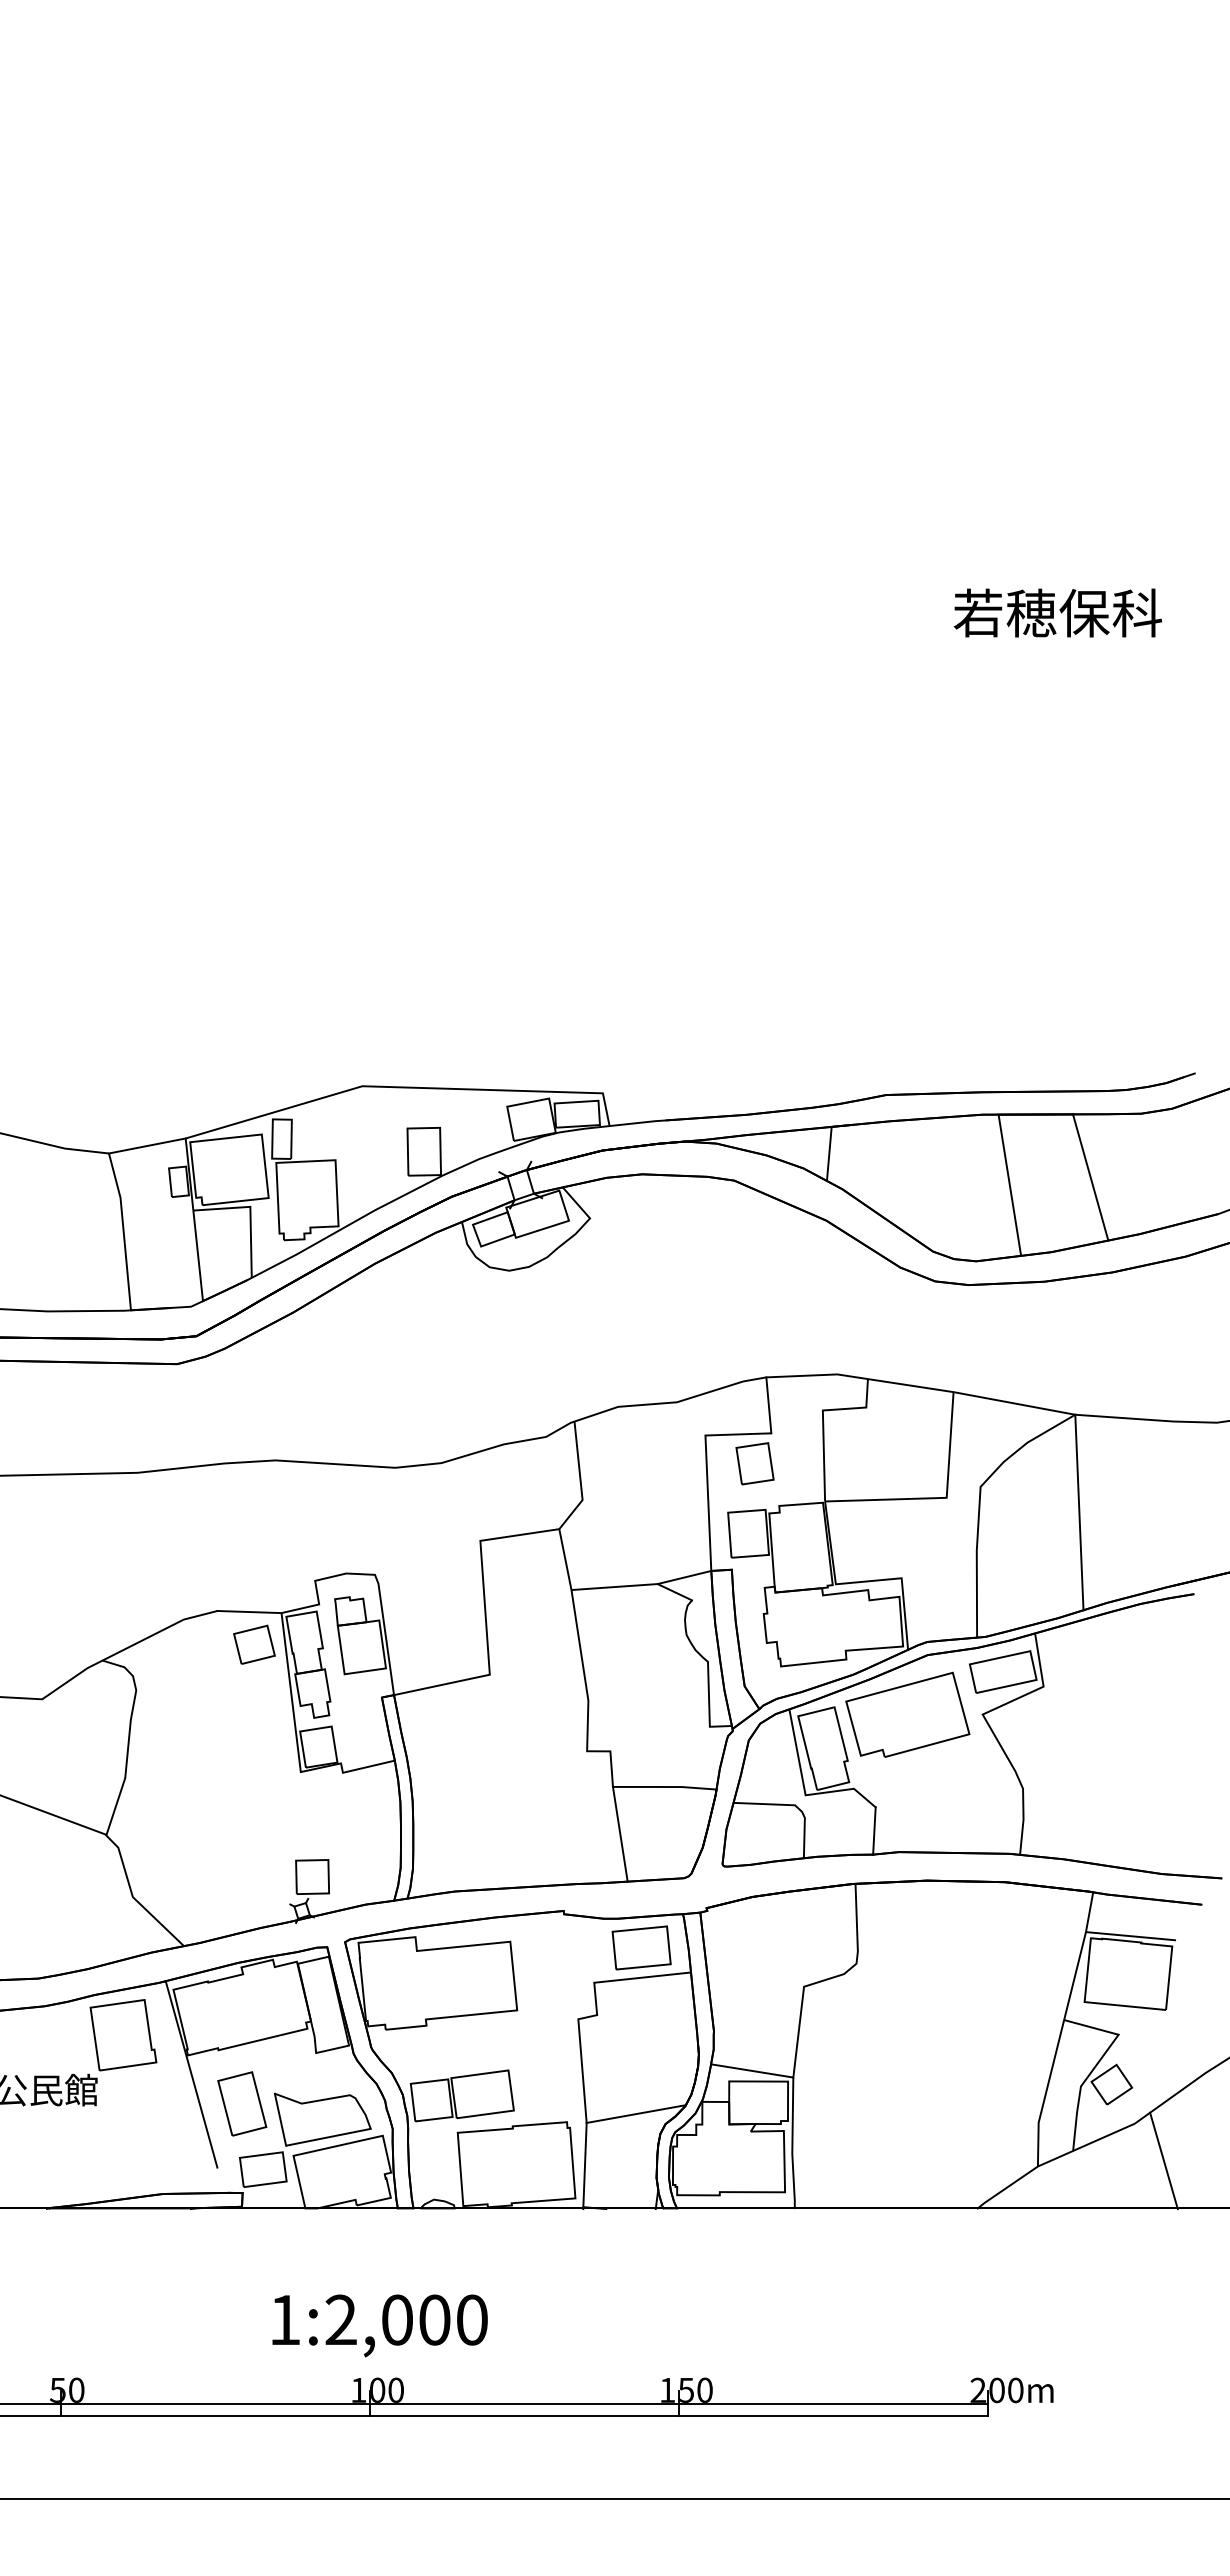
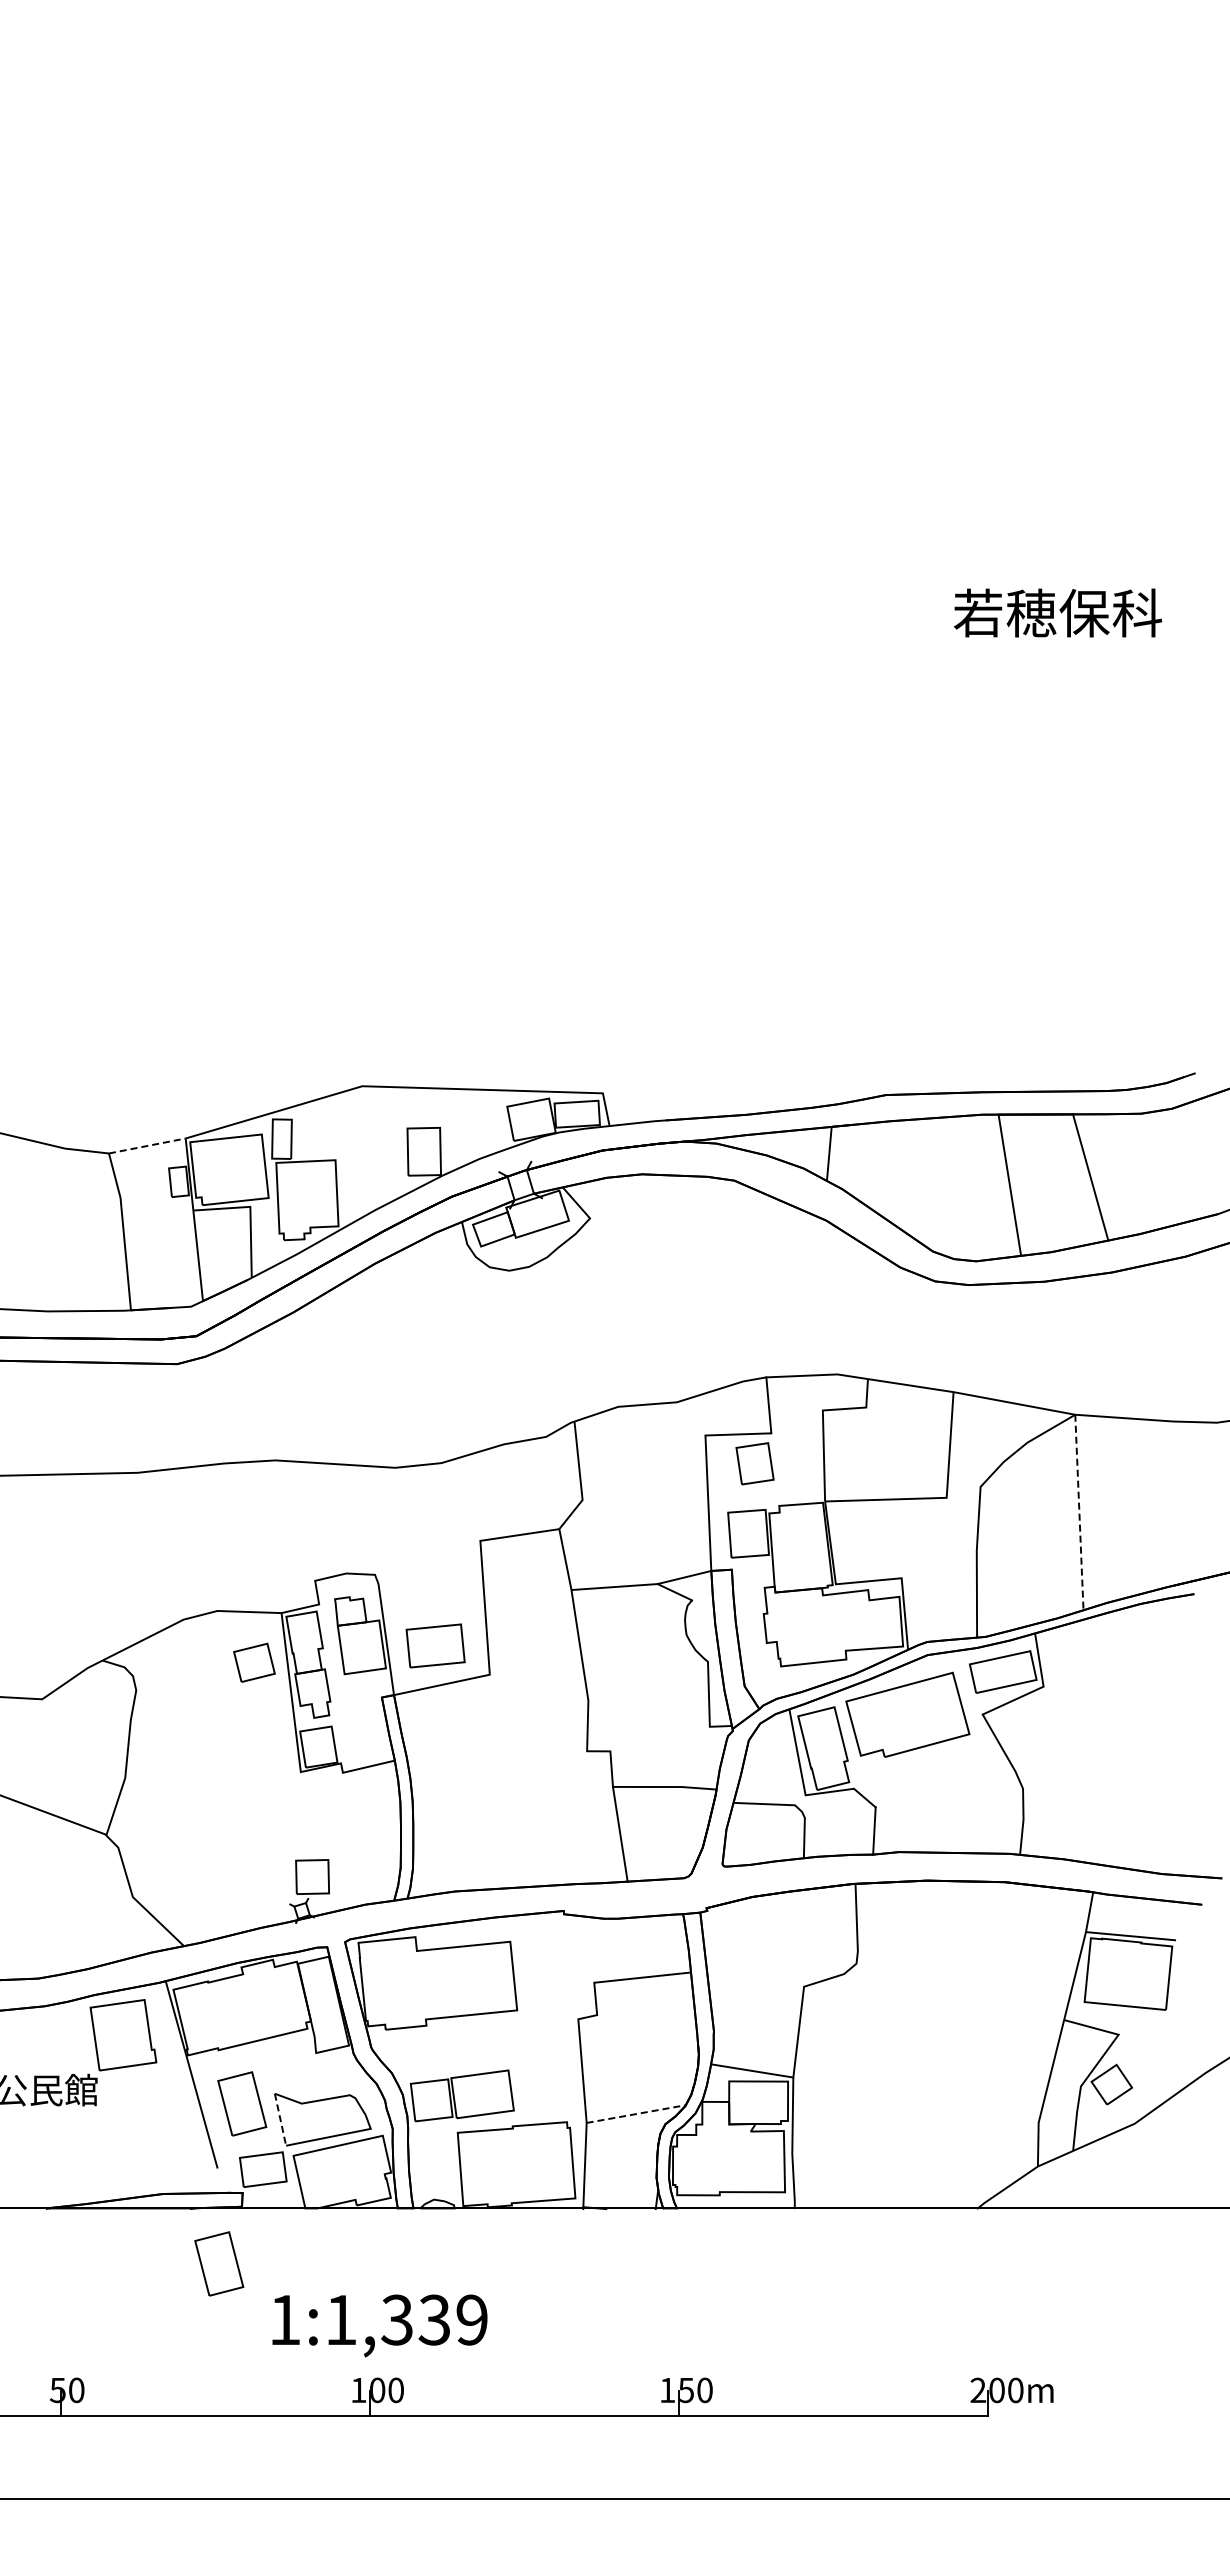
line at (147, 1145): solid -> dashed
line at (1079, 1512): solid -> dashed
part at (254, 1644) position: (254, 1644) -> (254, 1662)
part at (641, 1947) position: (641, 1947) -> (435, 1645)
line at (636, 2113): solid -> dashed
line at (280, 2119): solid -> dashed
line at (1163, 2160): present -> none
part at (219, 2263): none -> present
text at (406, 2319): 1:2,000 -> 1:1,339
line at (494, 2403): present -> none
